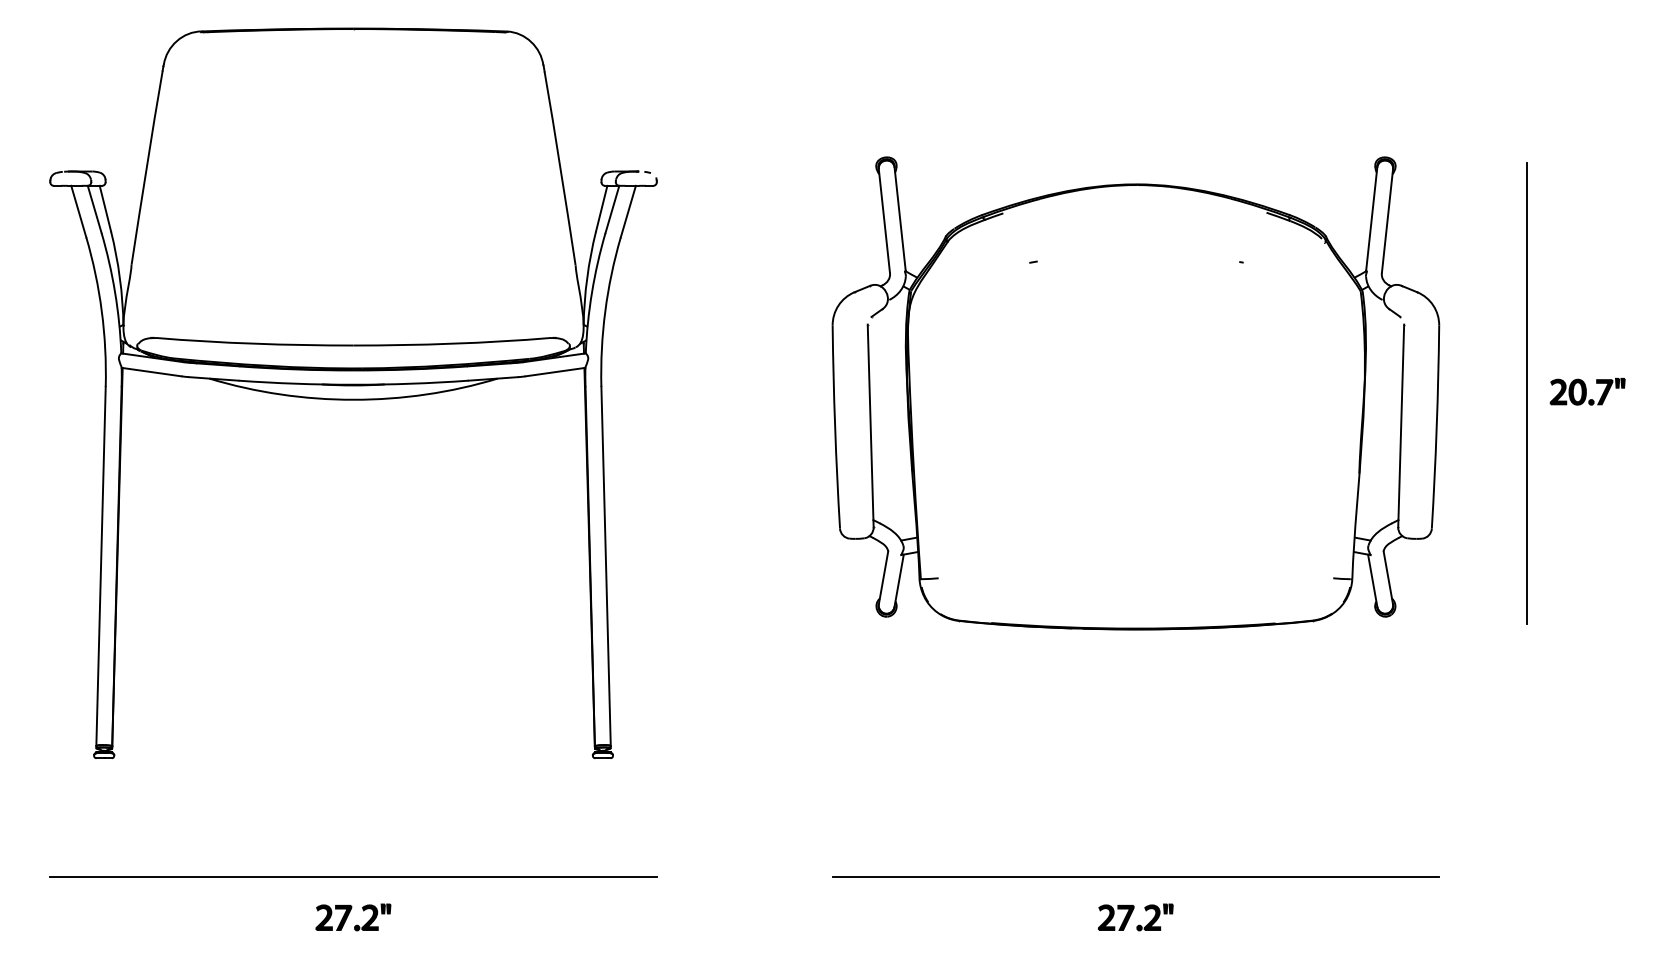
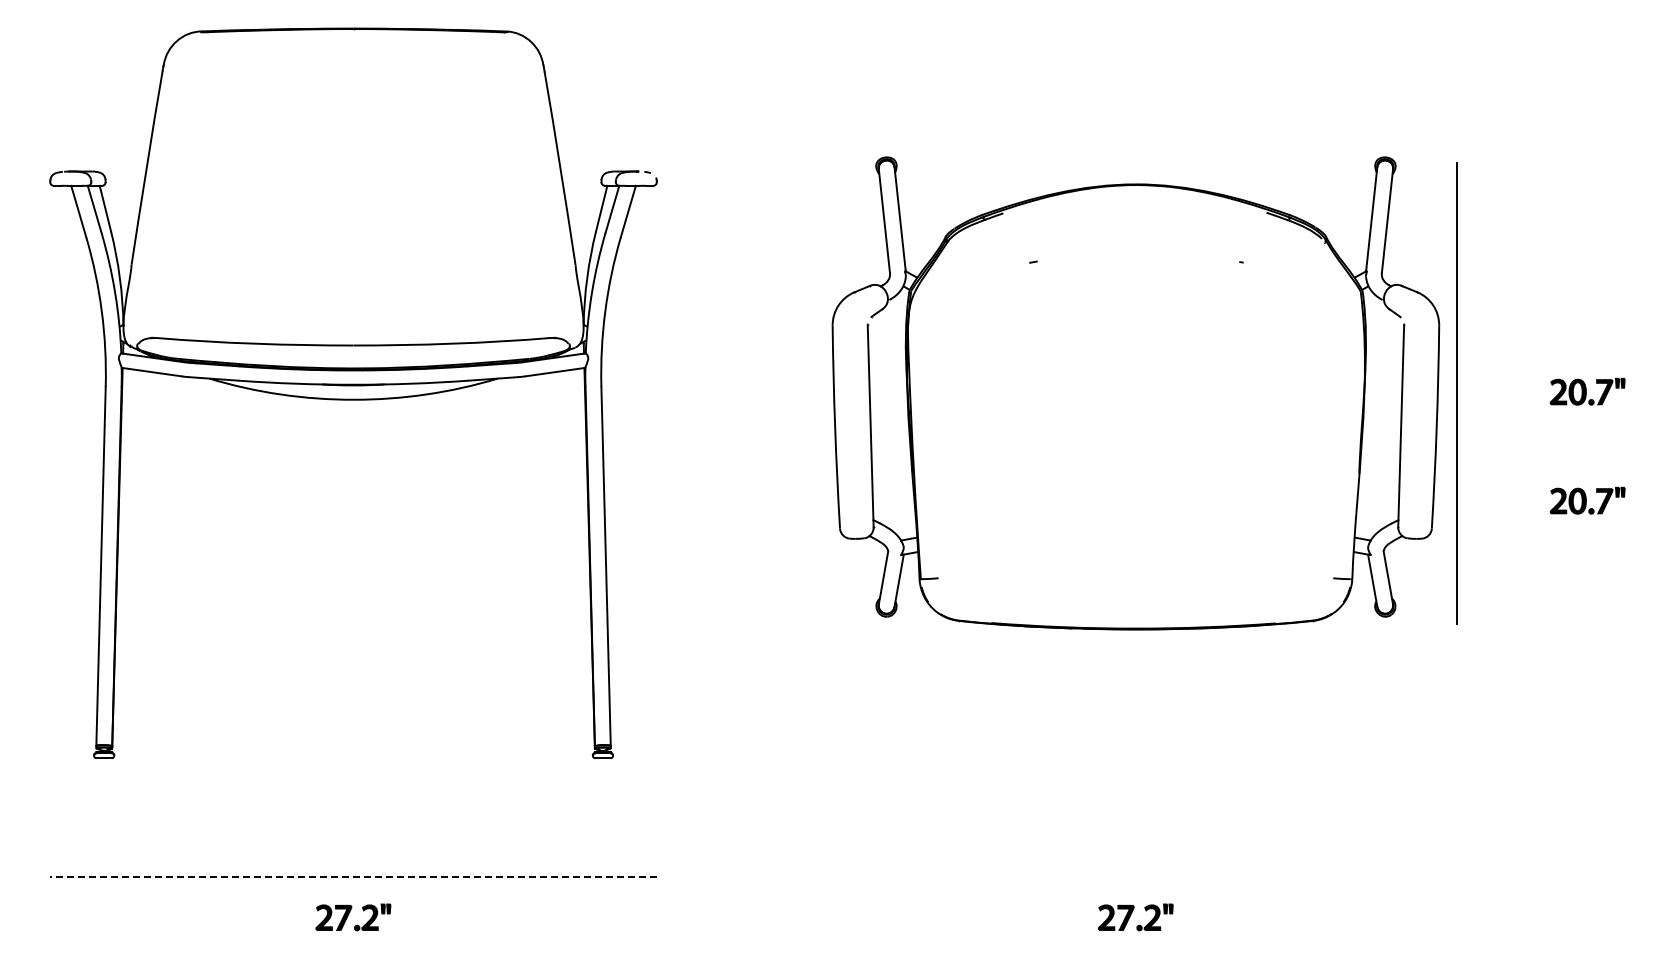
line at (1526, 393) position: (1526, 393) -> (1456, 393)
part at (1587, 500): none -> present
line at (353, 876): solid -> dashed
line at (1135, 876): present -> none
